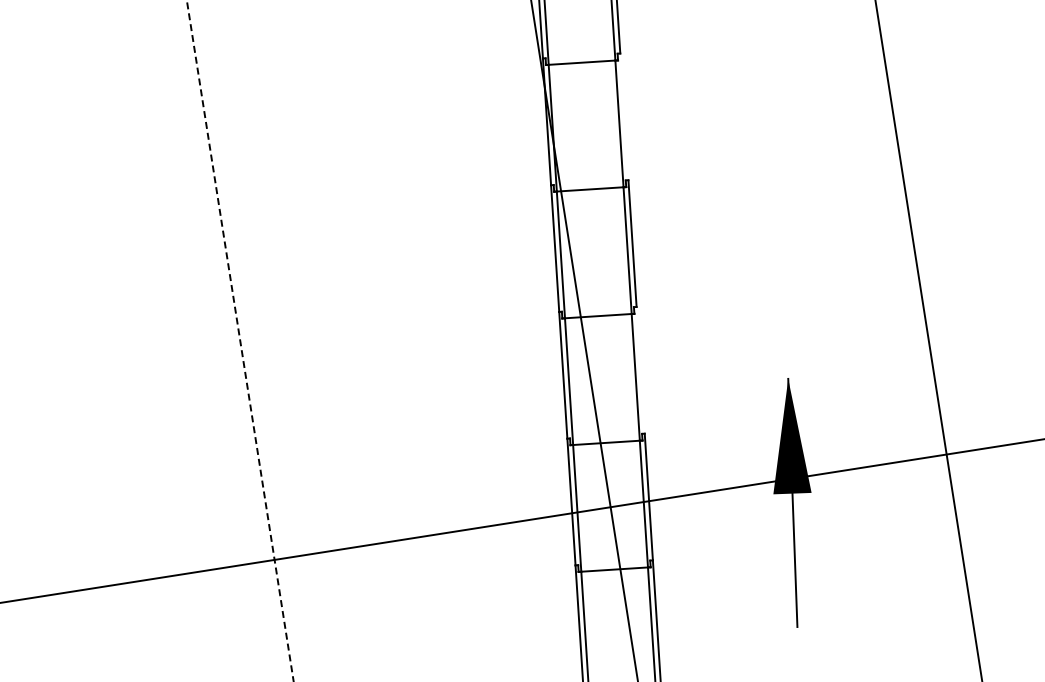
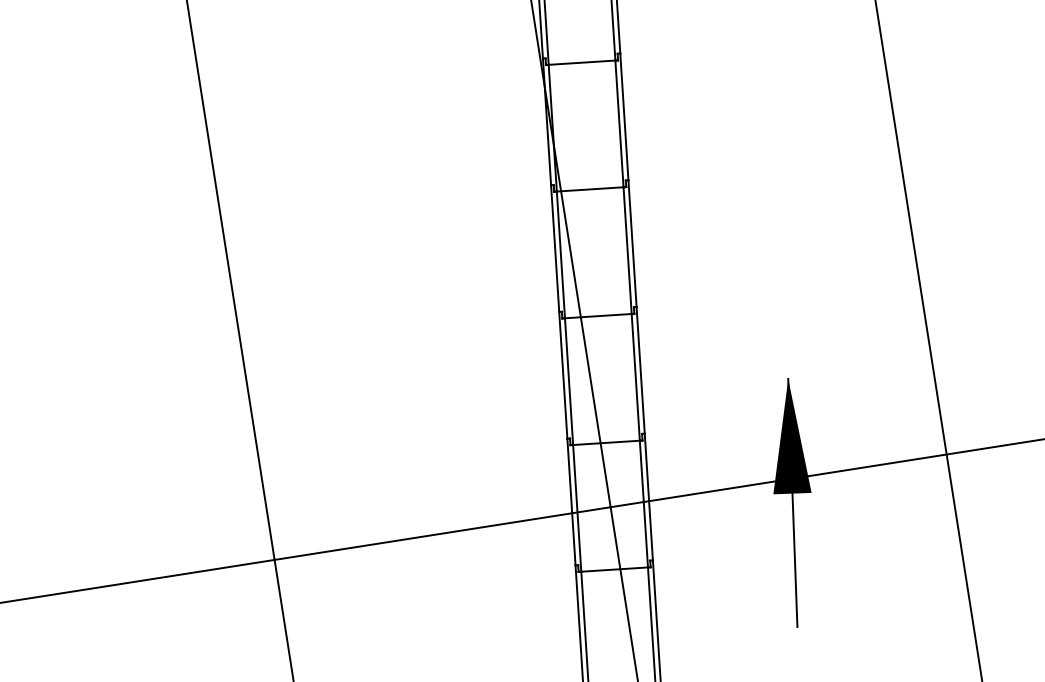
line at (624, 116): none -> present
line at (240, 341): dashed -> solid
line at (640, 369): none -> present
